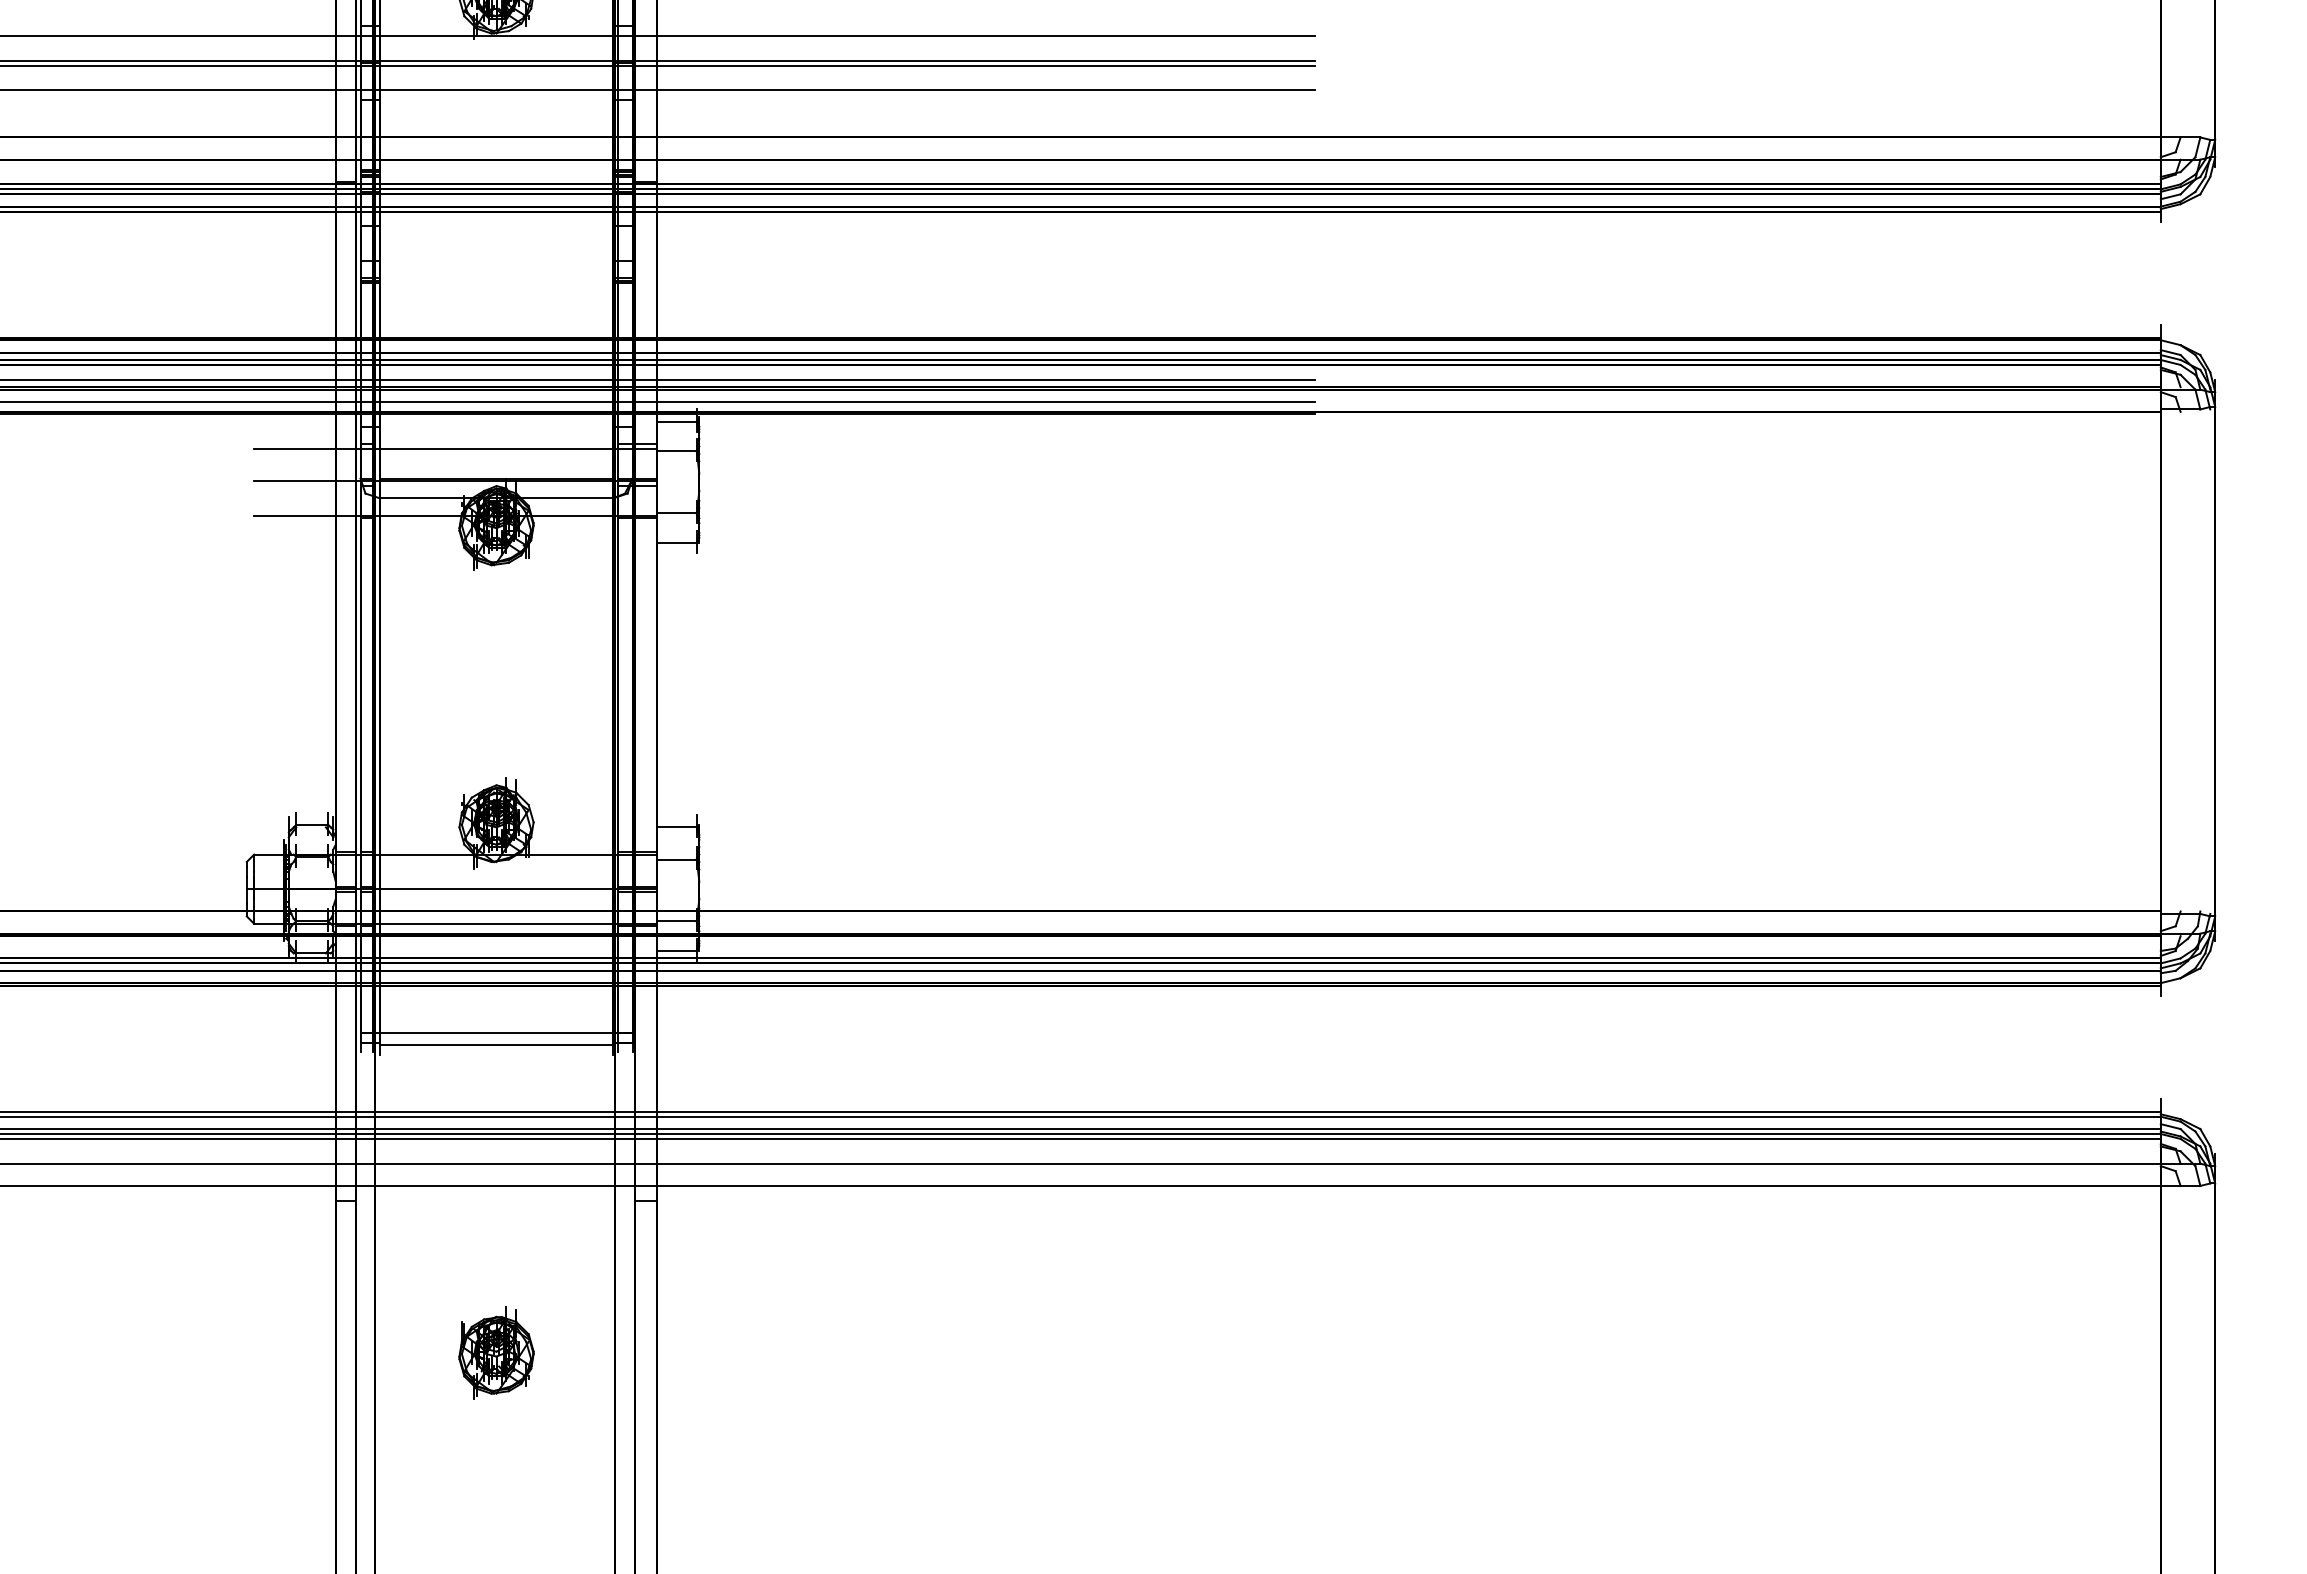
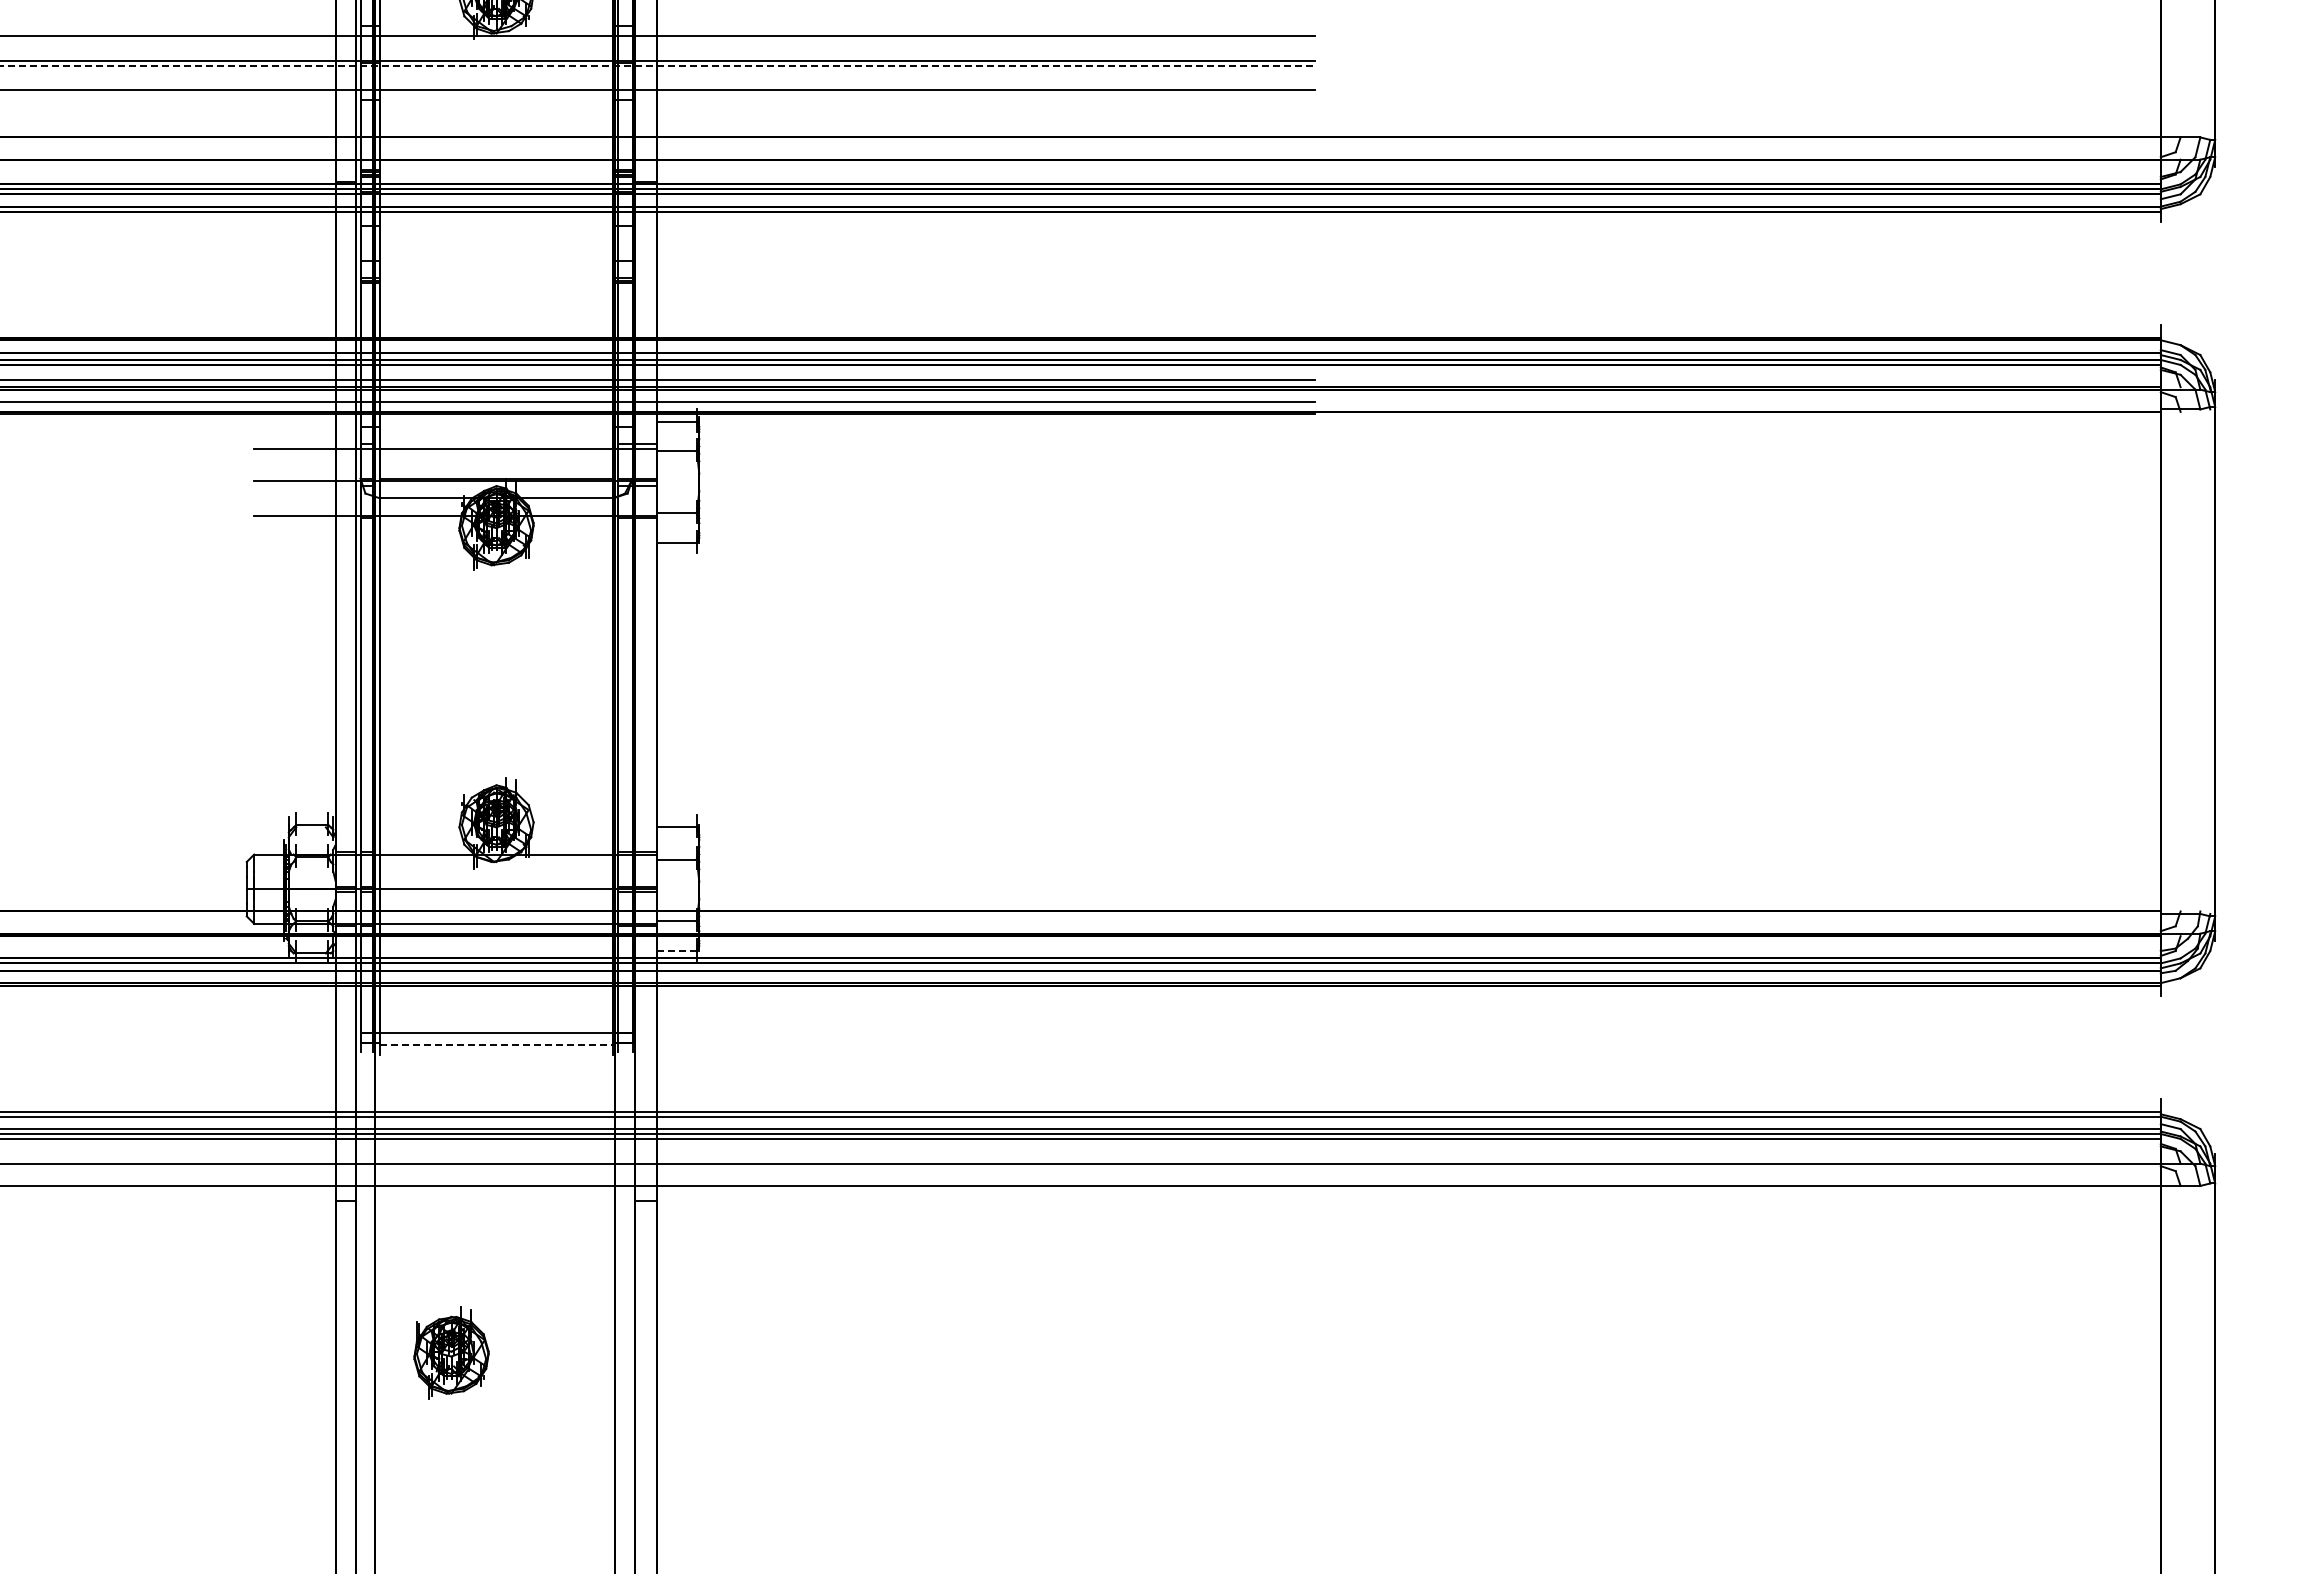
line at (658, 65): solid -> dashed
line at (677, 951): solid -> dashed
line at (497, 1044): solid -> dashed
part at (496, 1352) position: (496, 1352) -> (451, 1352)
